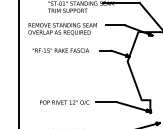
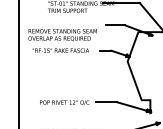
text at (62, 29) position: (62, 29) -> (62, 35)
